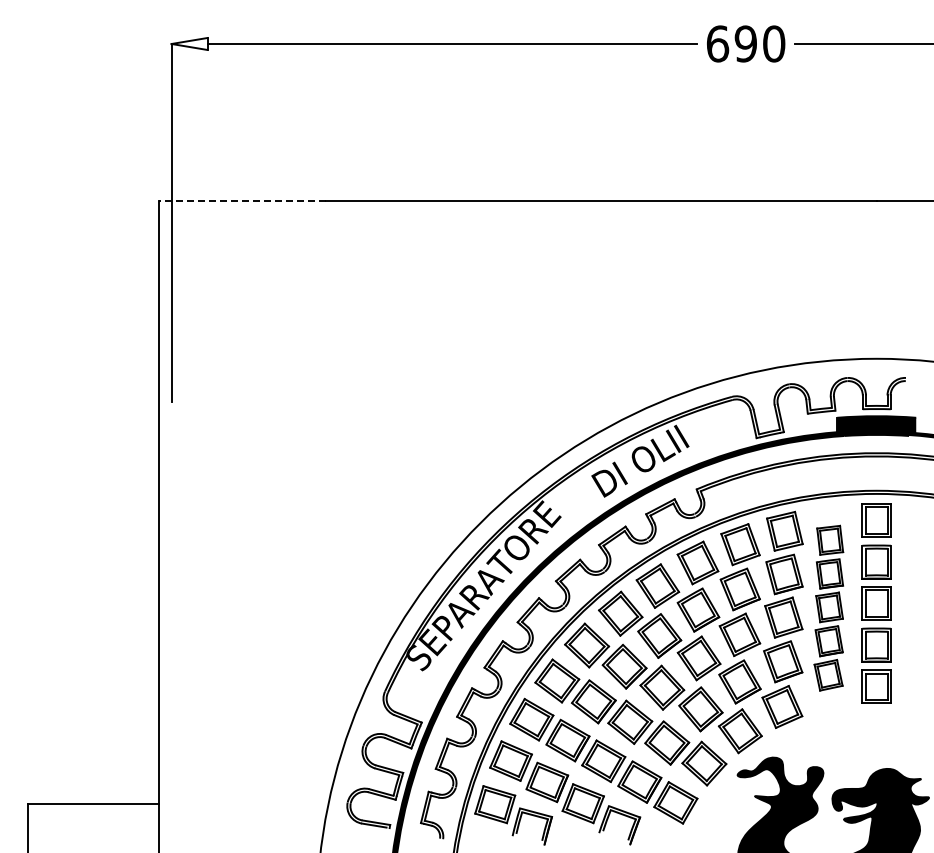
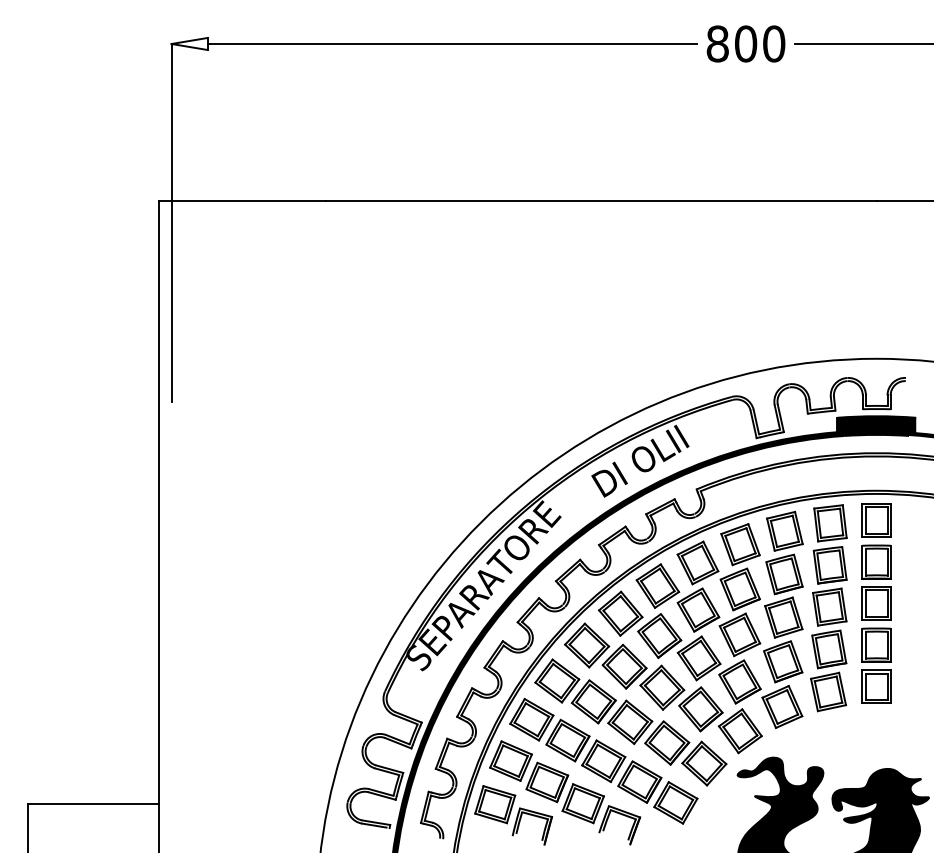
text at (731, 43): 690 -> 800
line at (242, 200): dashed -> solid
part at (828, 607) size: 32x168 px -> 38x209 px
